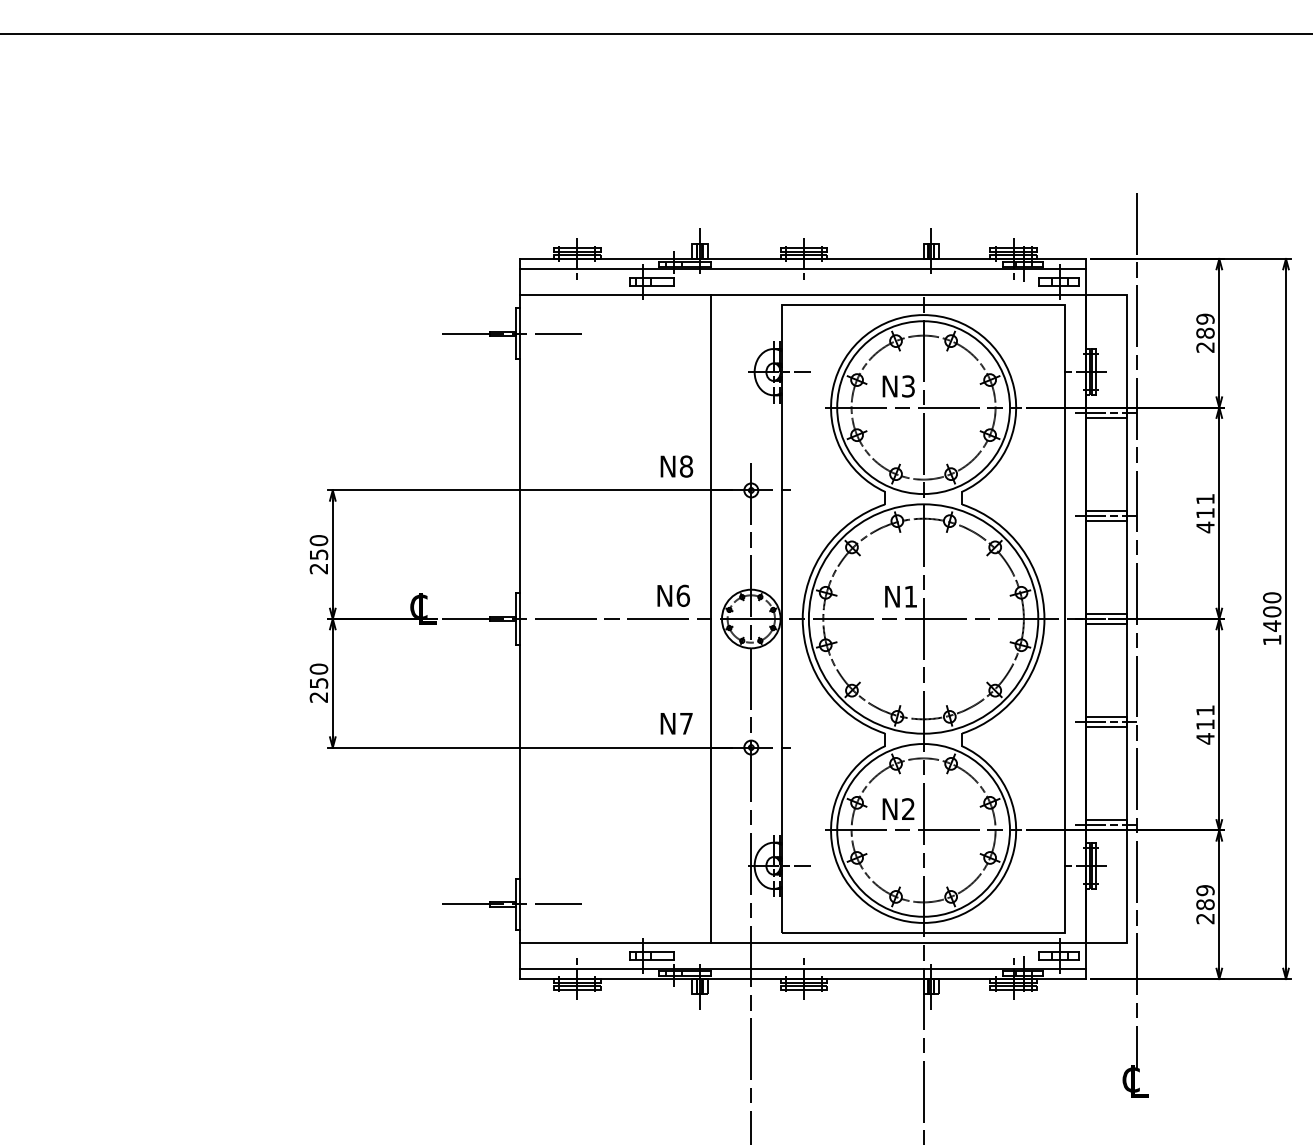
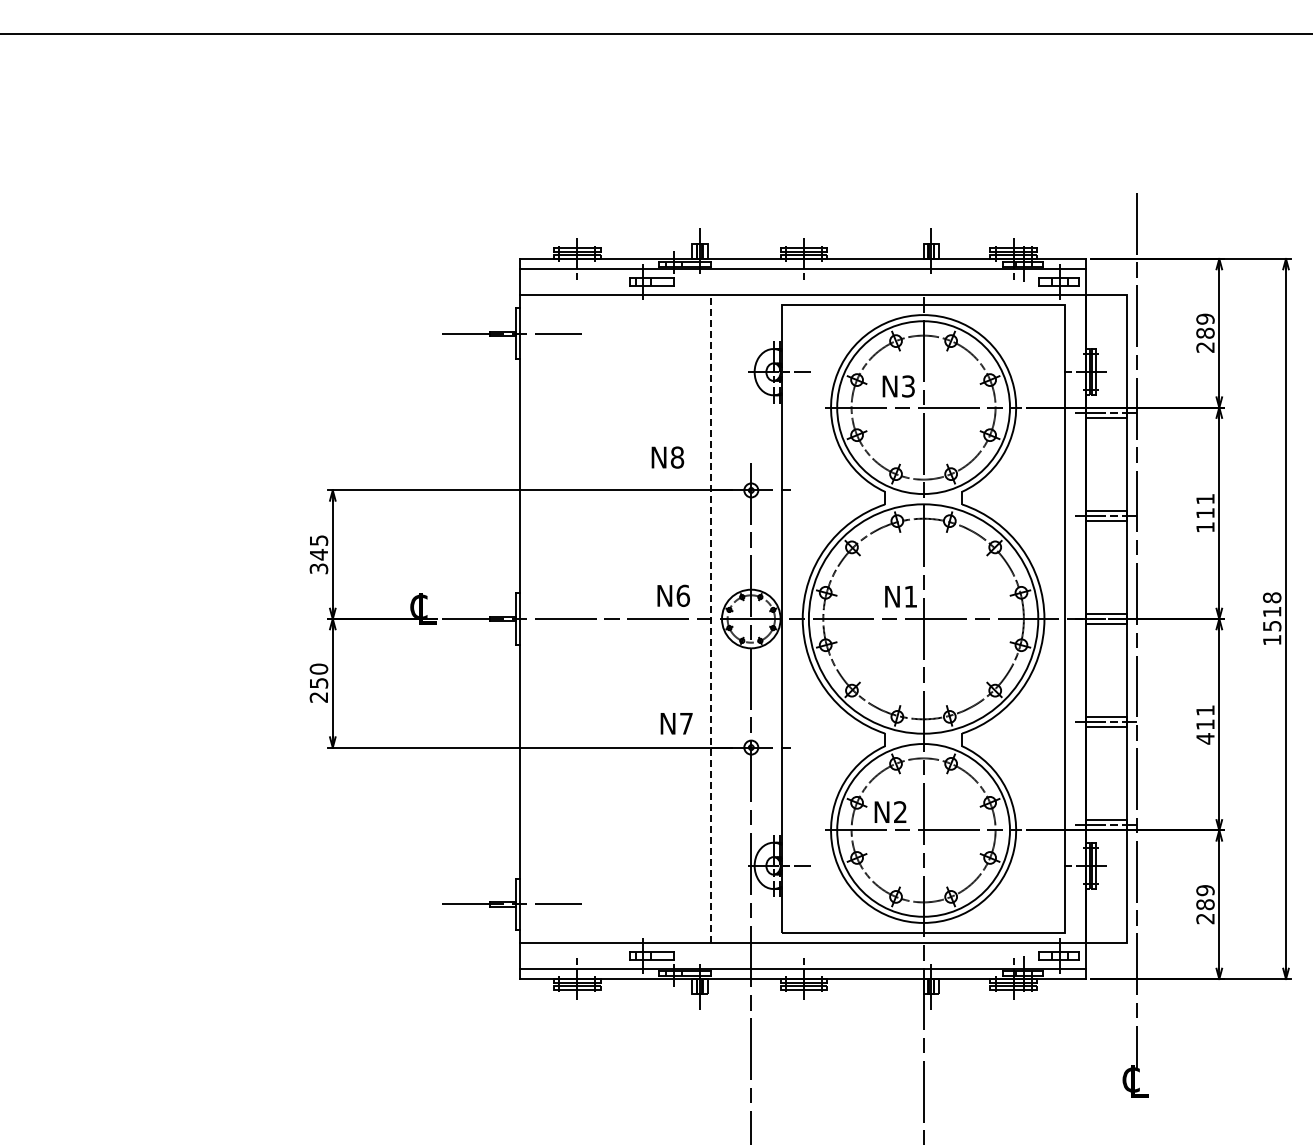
text at (676, 466) position: (676, 466) -> (667, 457)
text at (1205, 527): 411 -> 111
text at (318, 554): 250 -> 345
text at (1272, 611): 1400 -> 1518
line at (710, 619): solid -> dashed
text at (898, 808) position: (898, 808) -> (890, 811)
